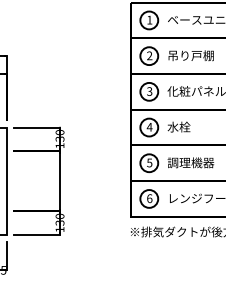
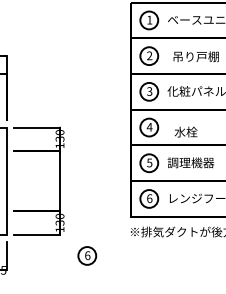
text at (190, 55) position: (190, 55) -> (195, 56)
text at (178, 126) position: (178, 126) -> (185, 131)
part at (87, 255): none -> present
